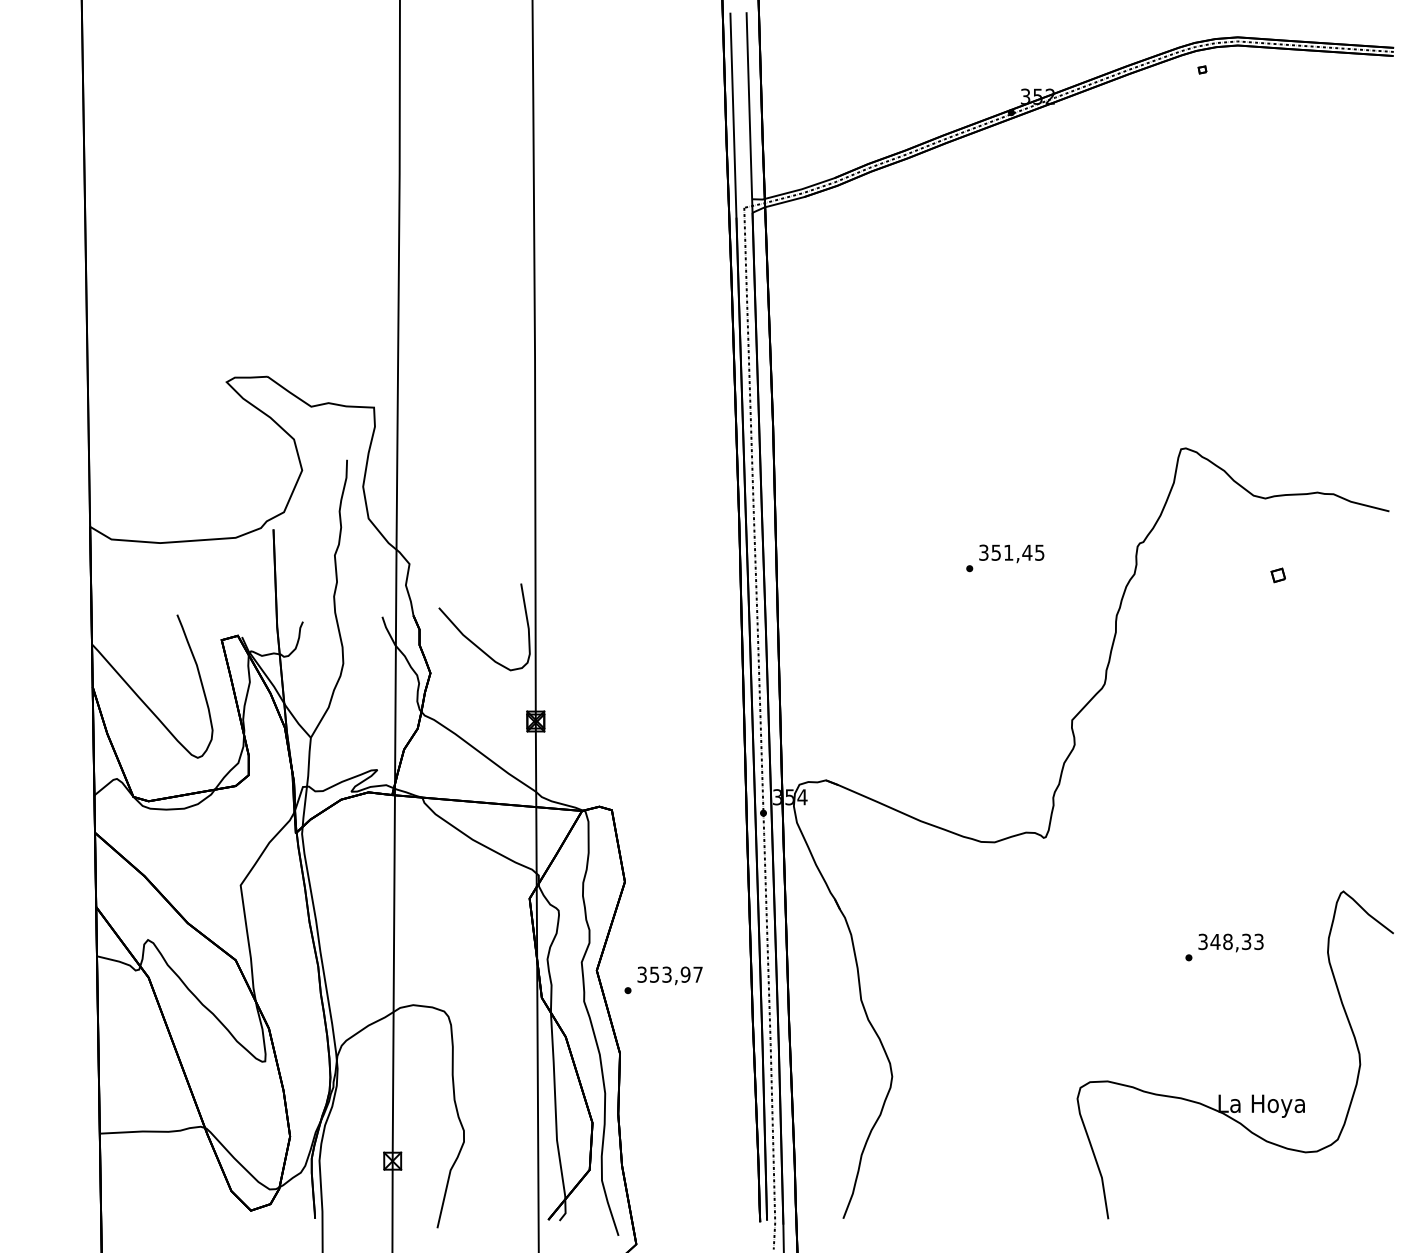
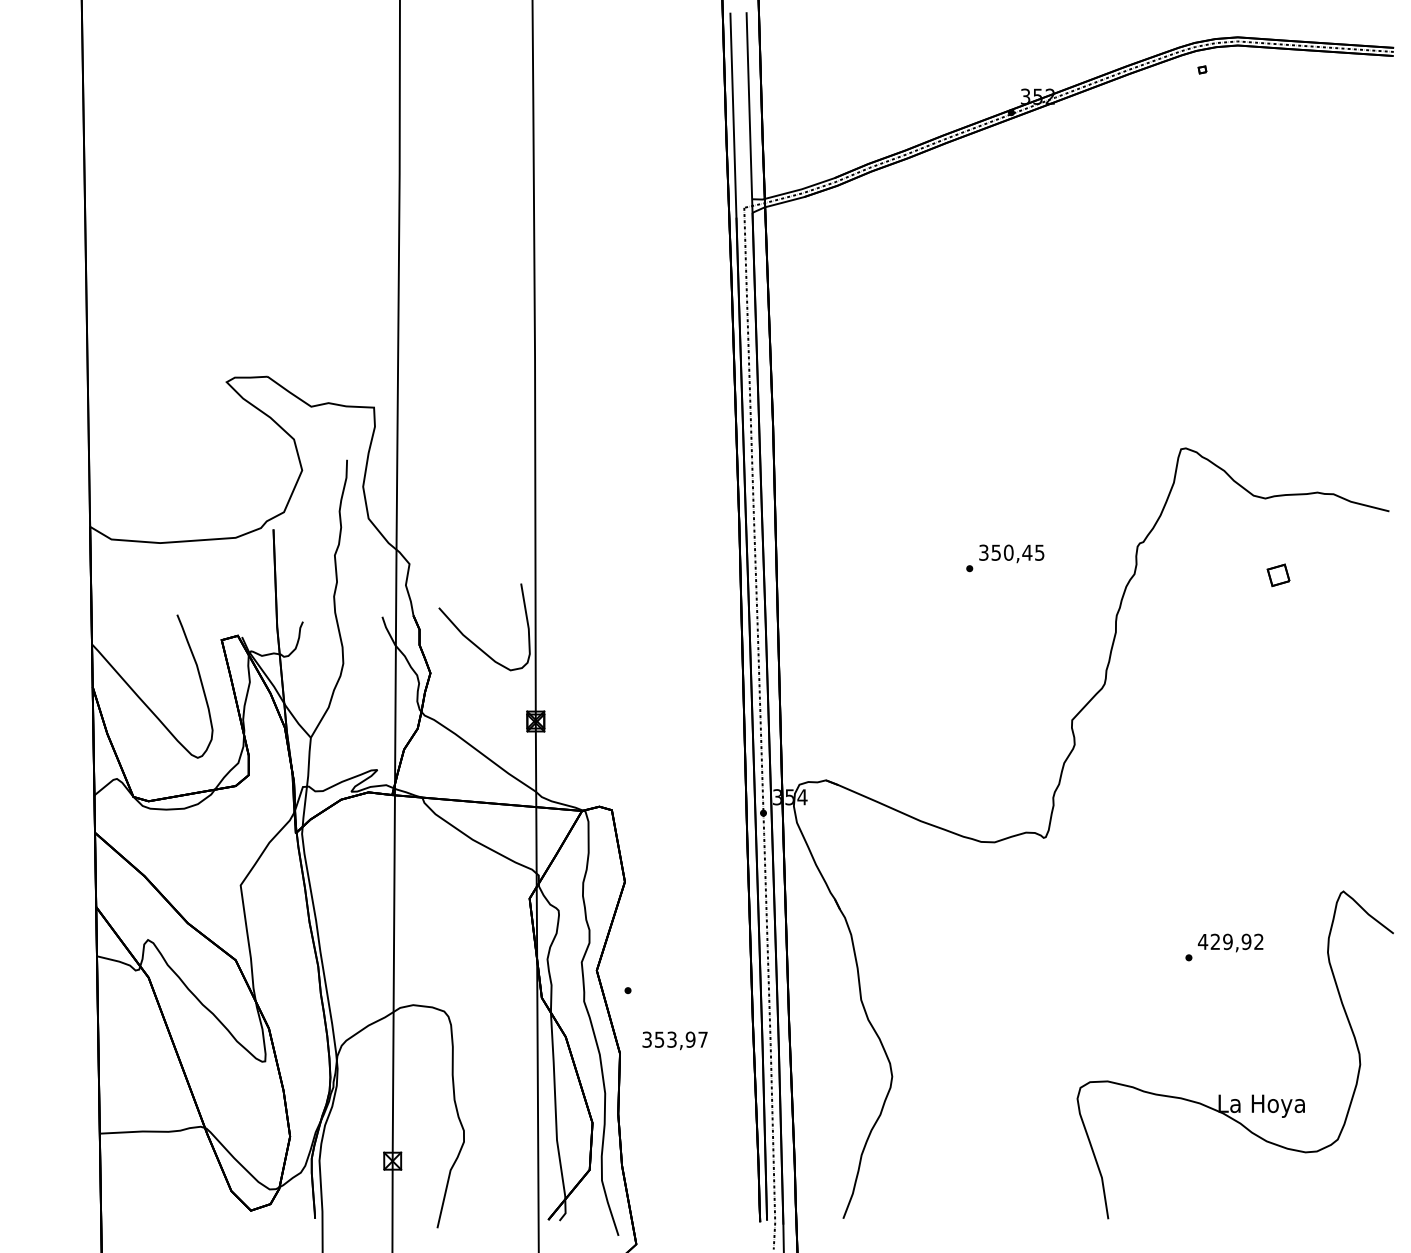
text at (1008, 552): 351,45 -> 350,45
part at (1277, 575) size: 16x17 px -> 25x24 px
text at (1230, 941): 348,33 -> 429,92
text at (669, 975) position: (669, 975) -> (674, 1040)
